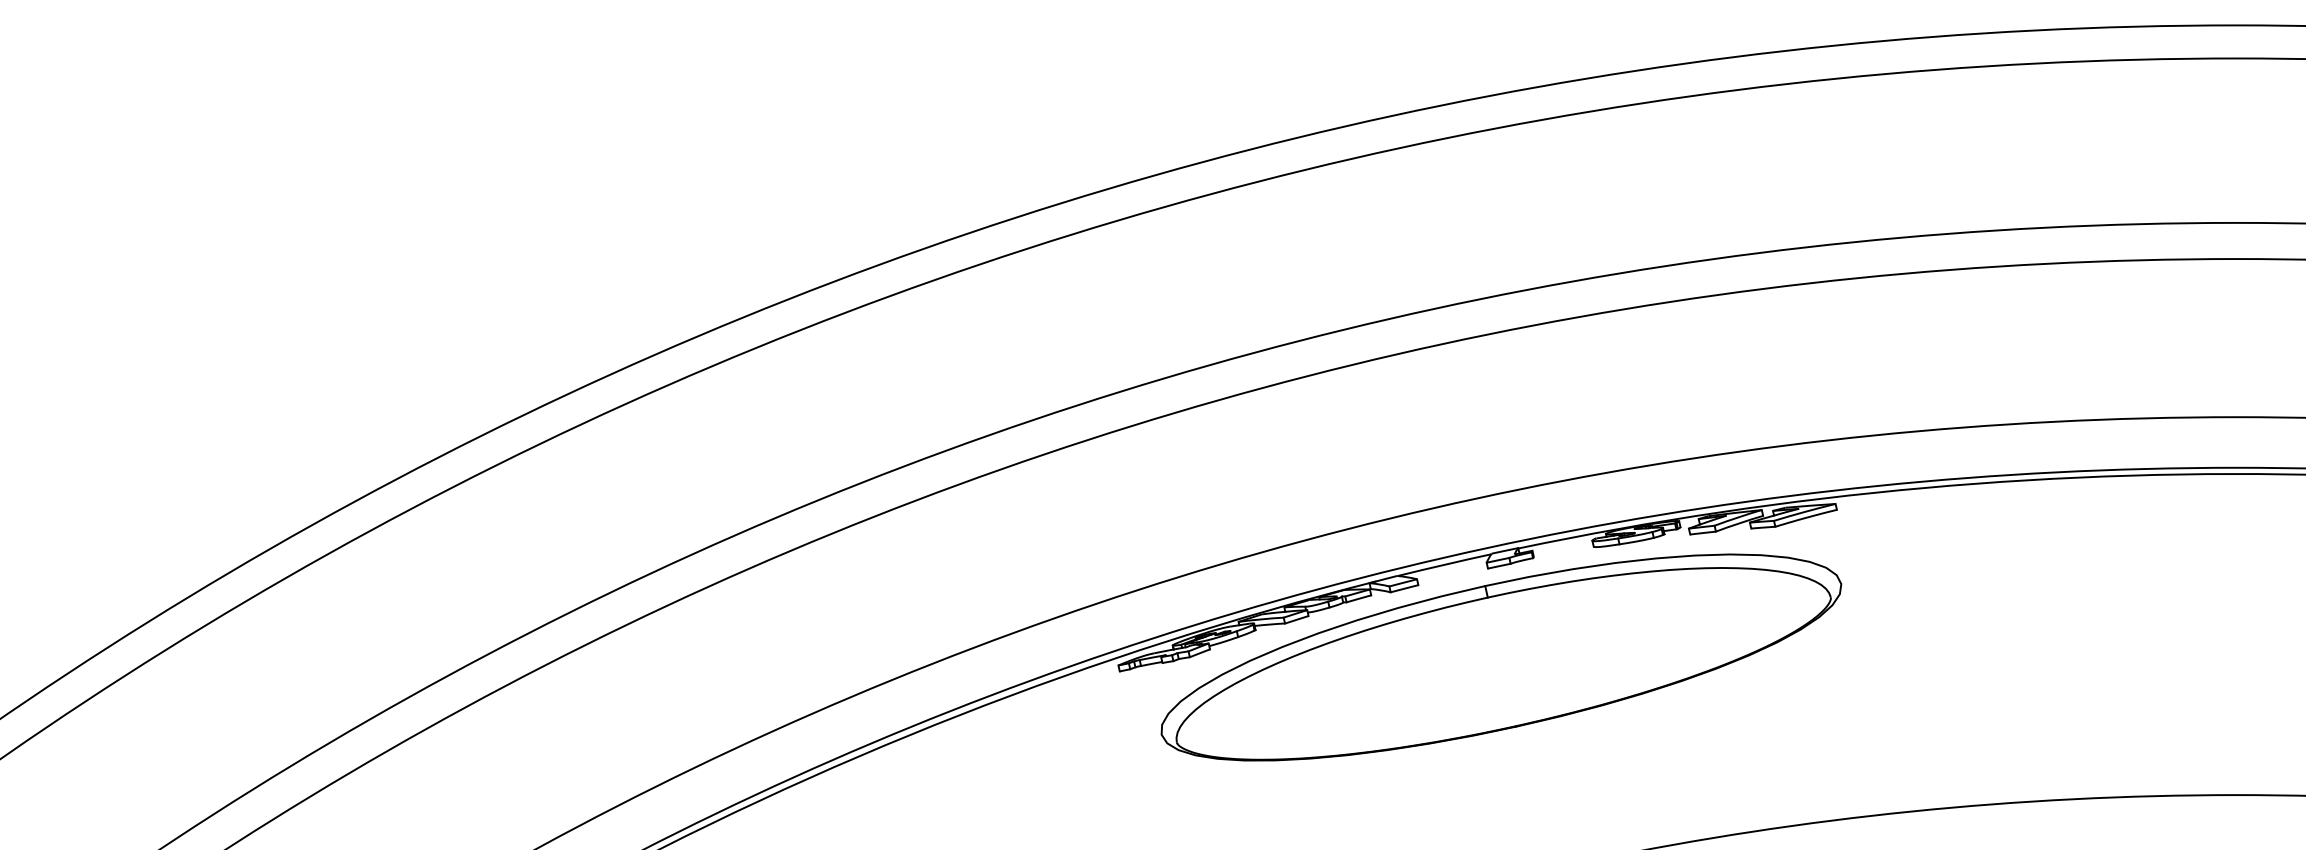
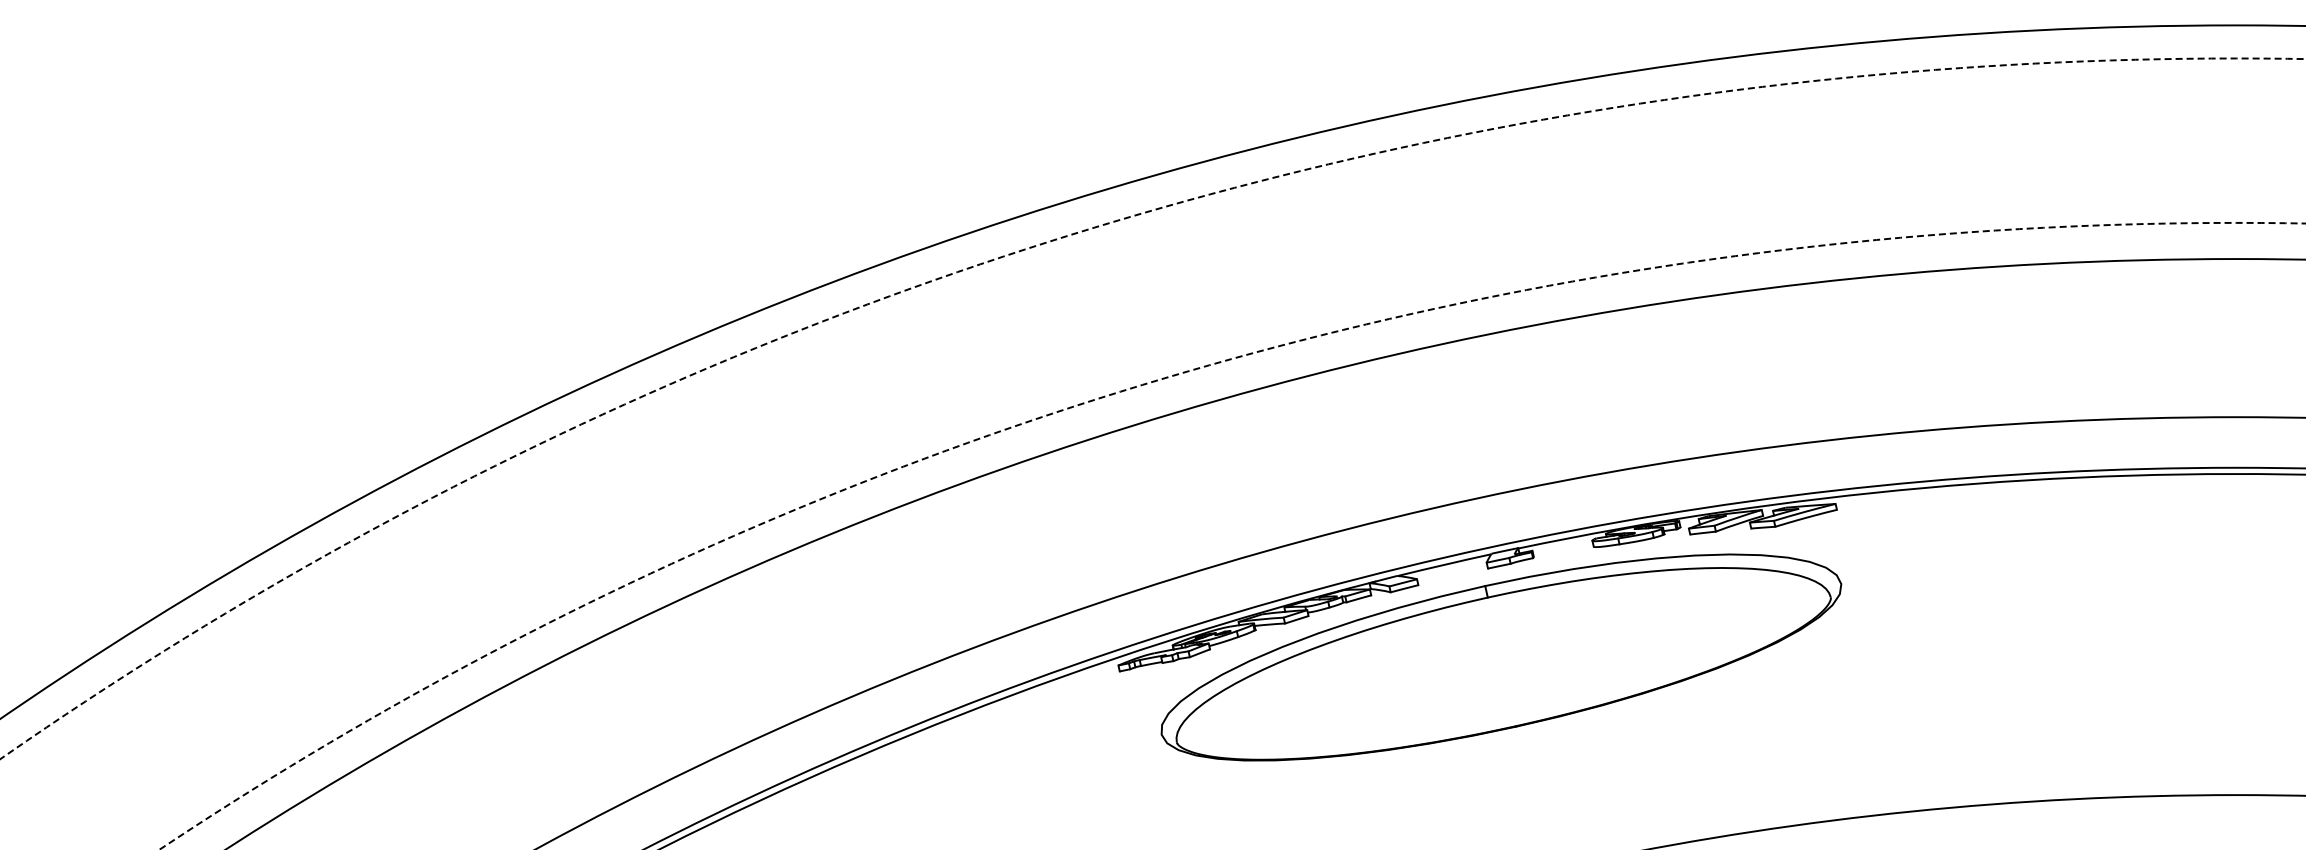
circle at (1152, 408): solid -> dashed
circle at (1232, 535): solid -> dashed
